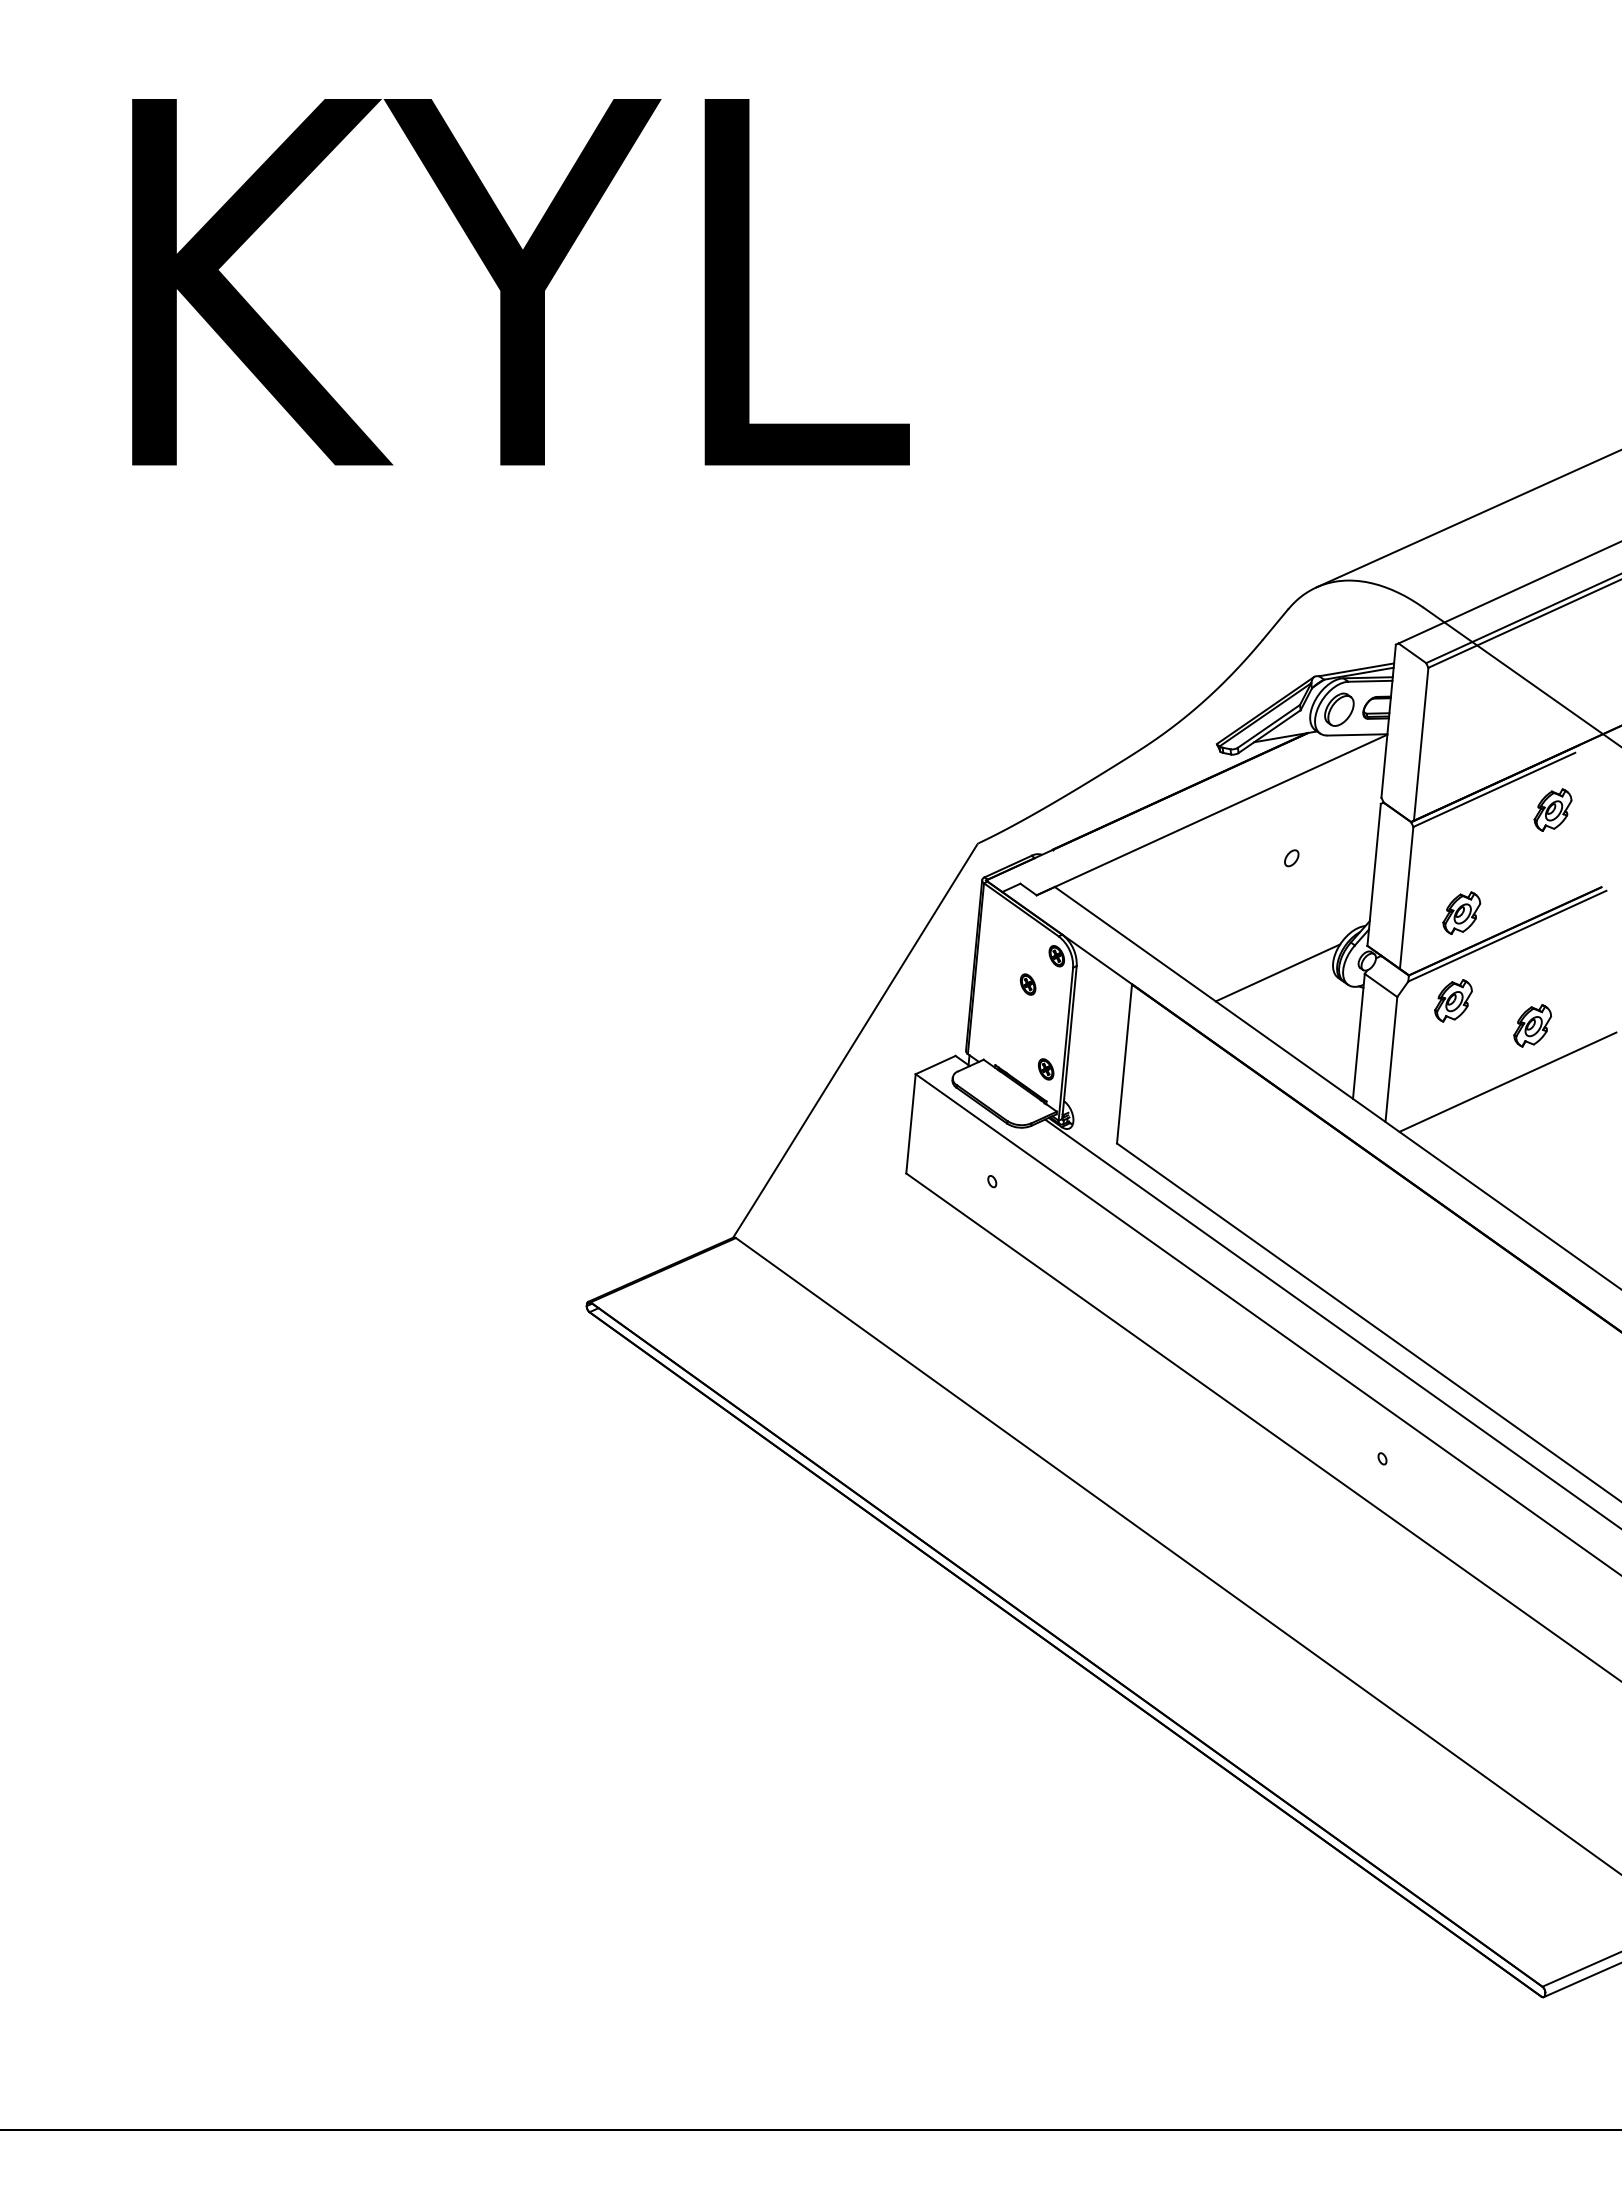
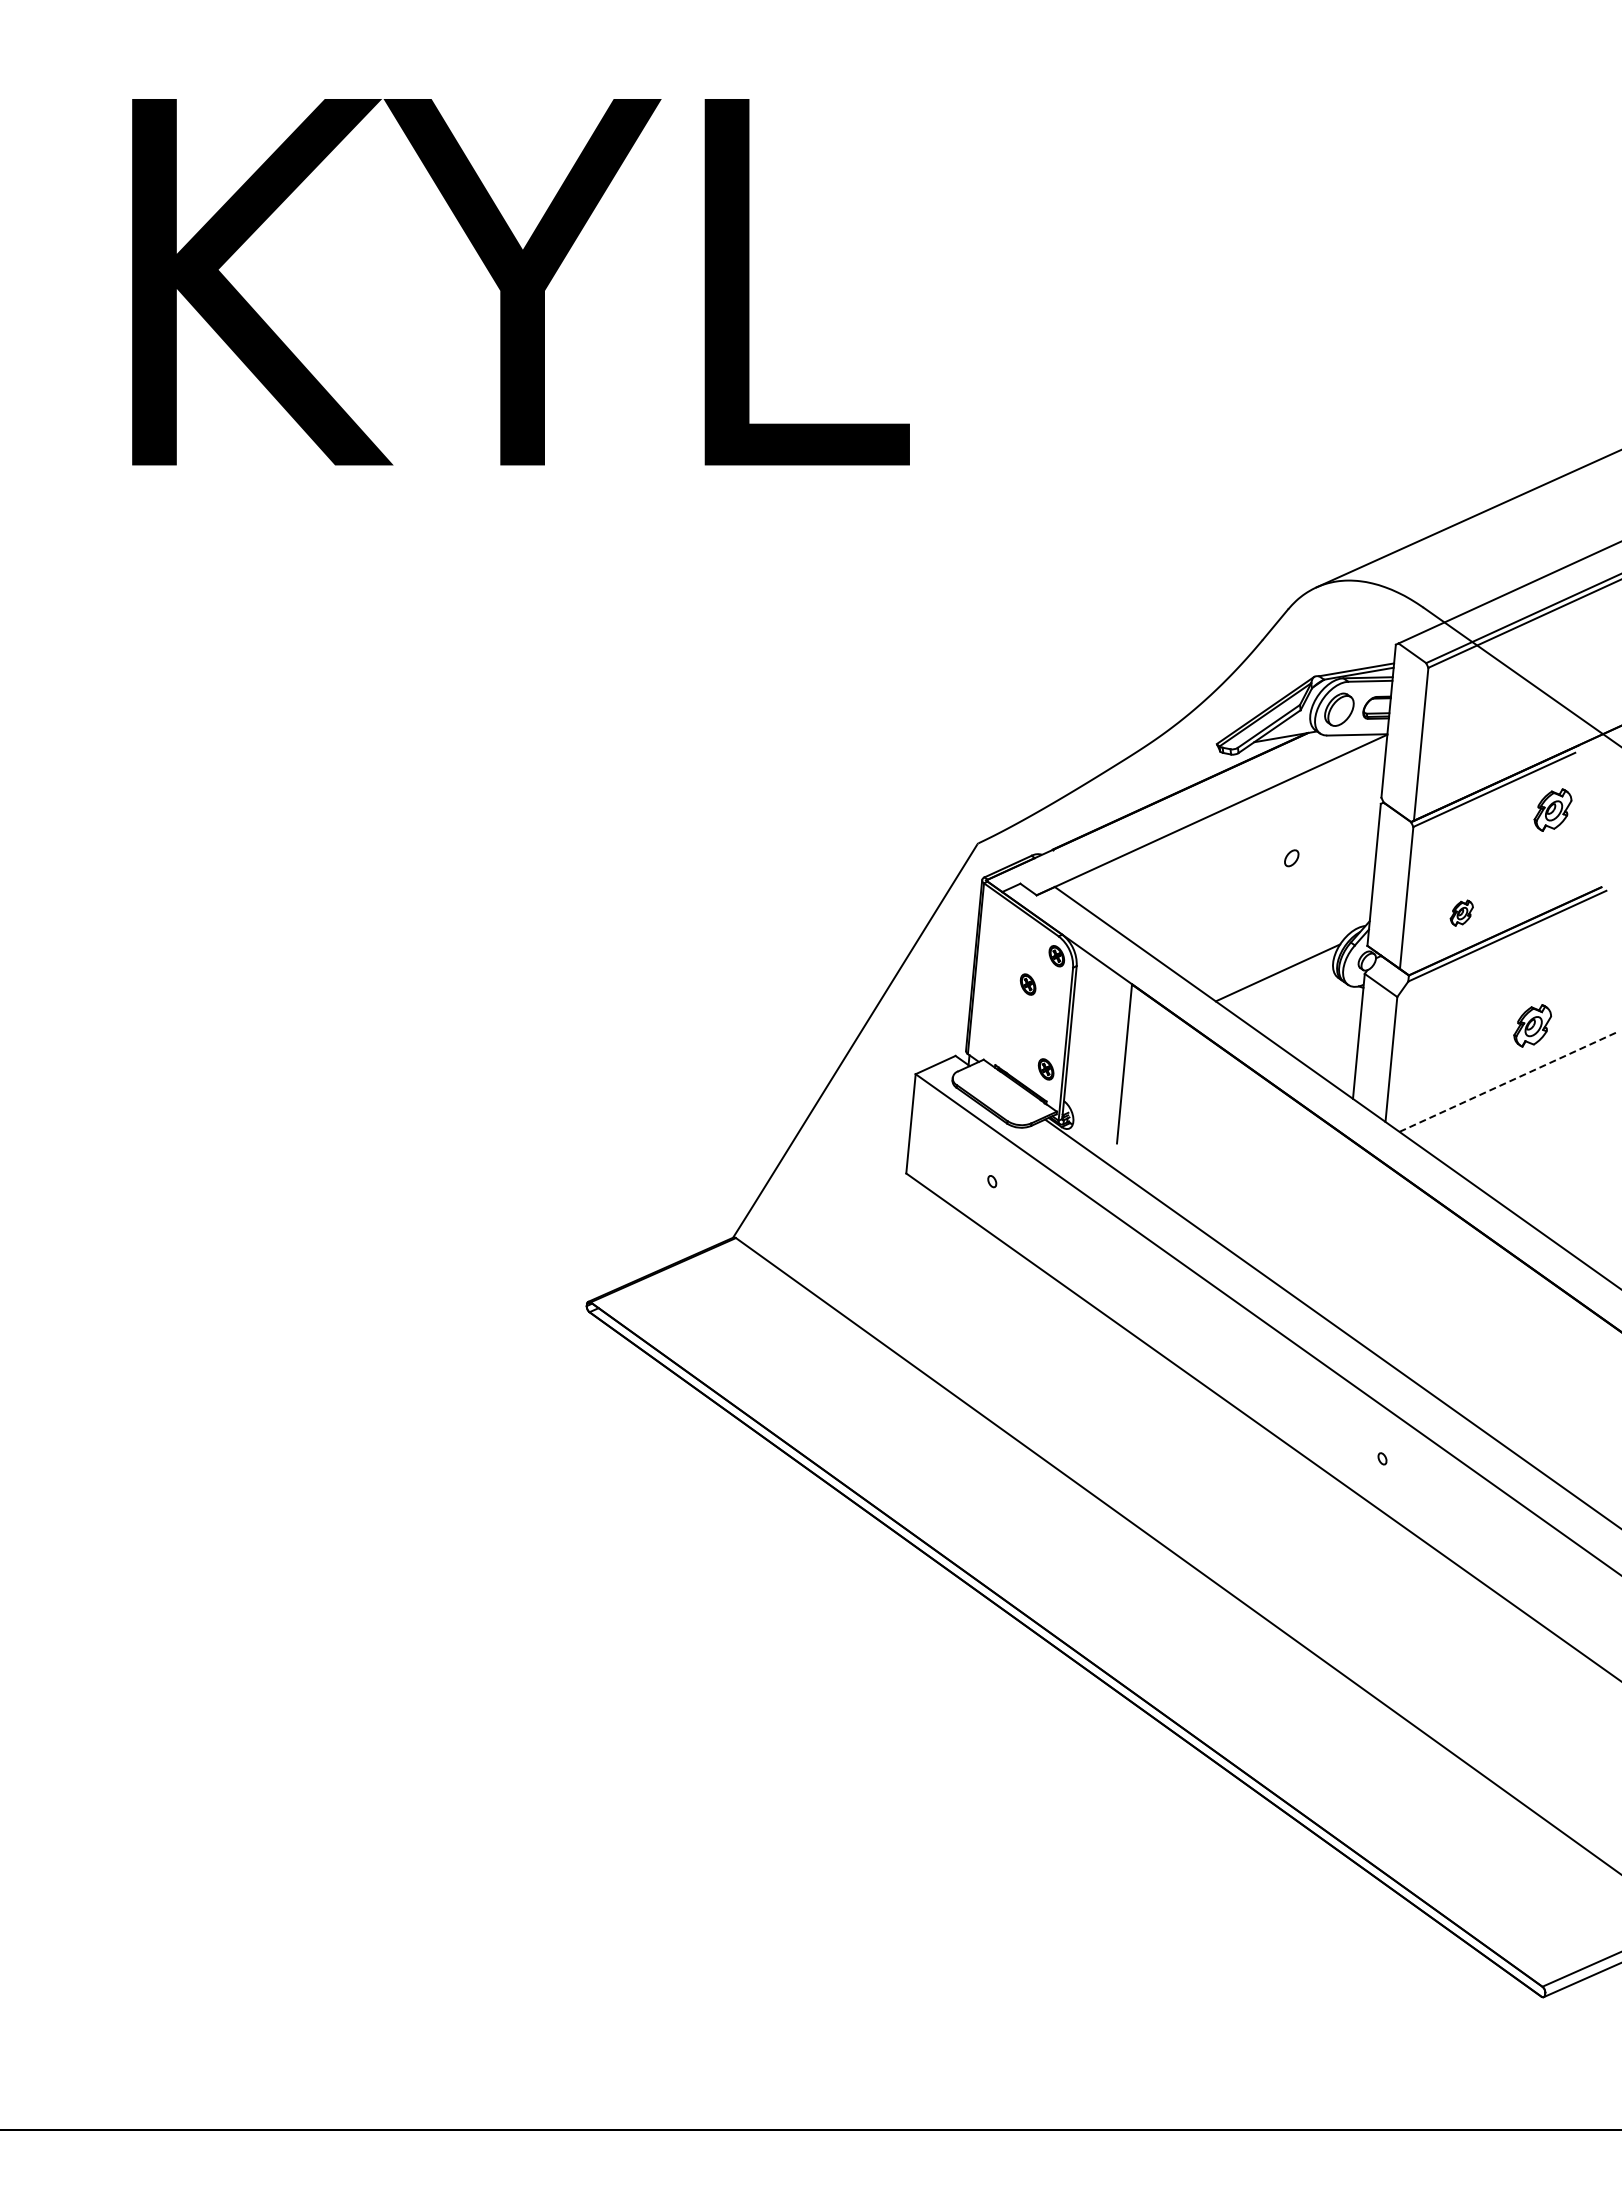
part at (1461, 912) size: 40x44 px -> 25x28 px
part at (1453, 1000): present -> none
line at (1508, 1082): solid -> dashed
line at (1367, 1321): present -> none
